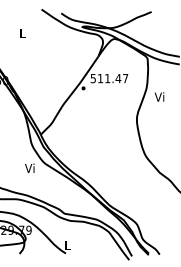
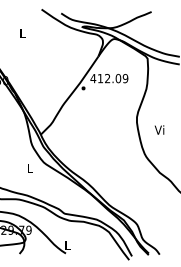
text at (109, 78): 511.47 -> 412.09
text at (159, 96) position: (159, 96) -> (159, 129)
text at (29, 167): Vi -> L
